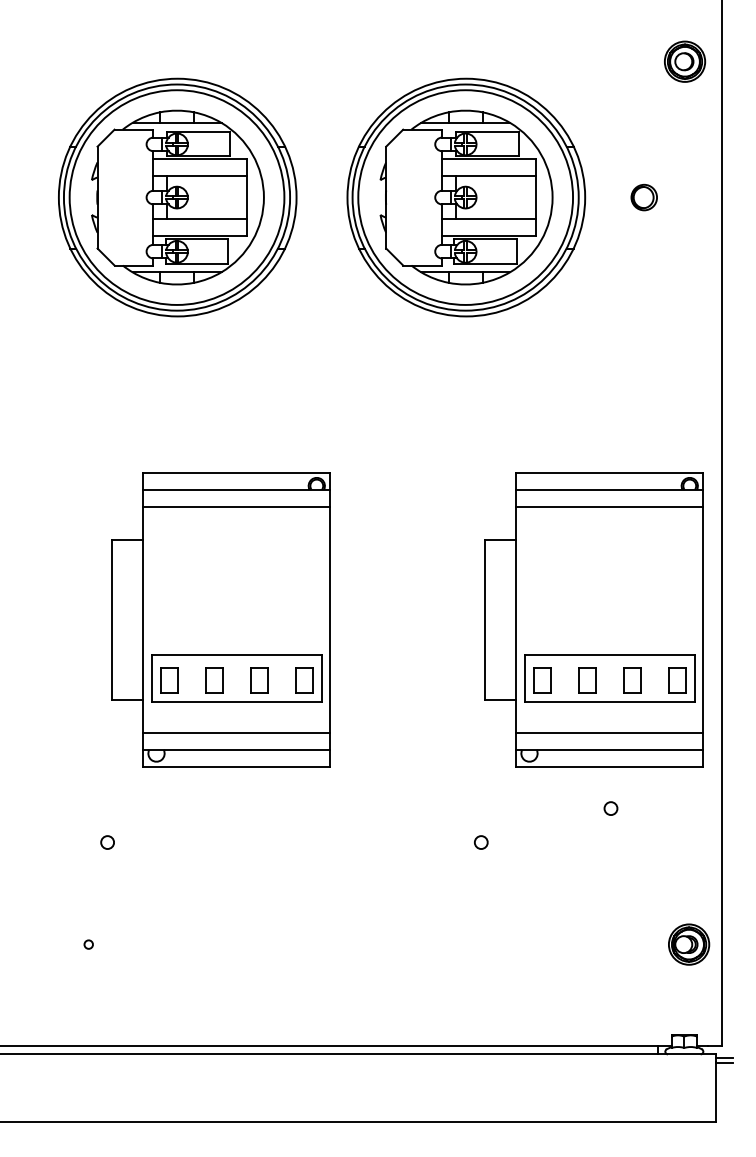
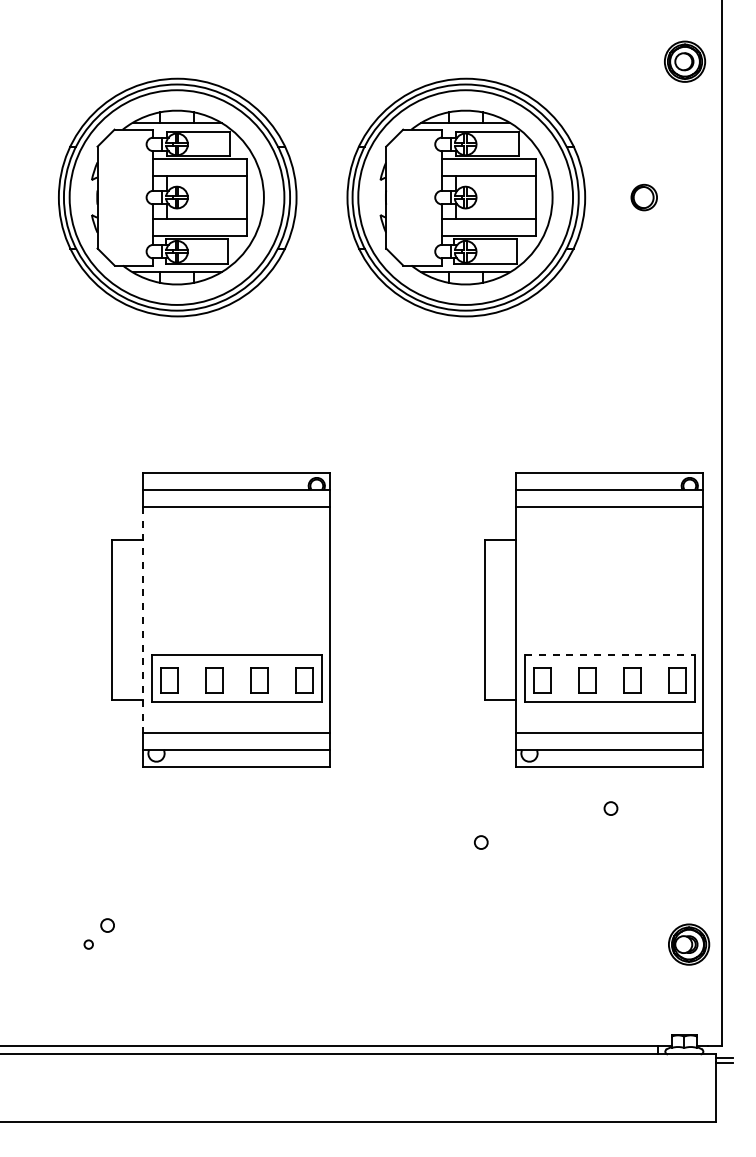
line at (142, 620): solid -> dashed
line at (609, 655): solid -> dashed
circle at (107, 842) position: (107, 842) -> (107, 925)
